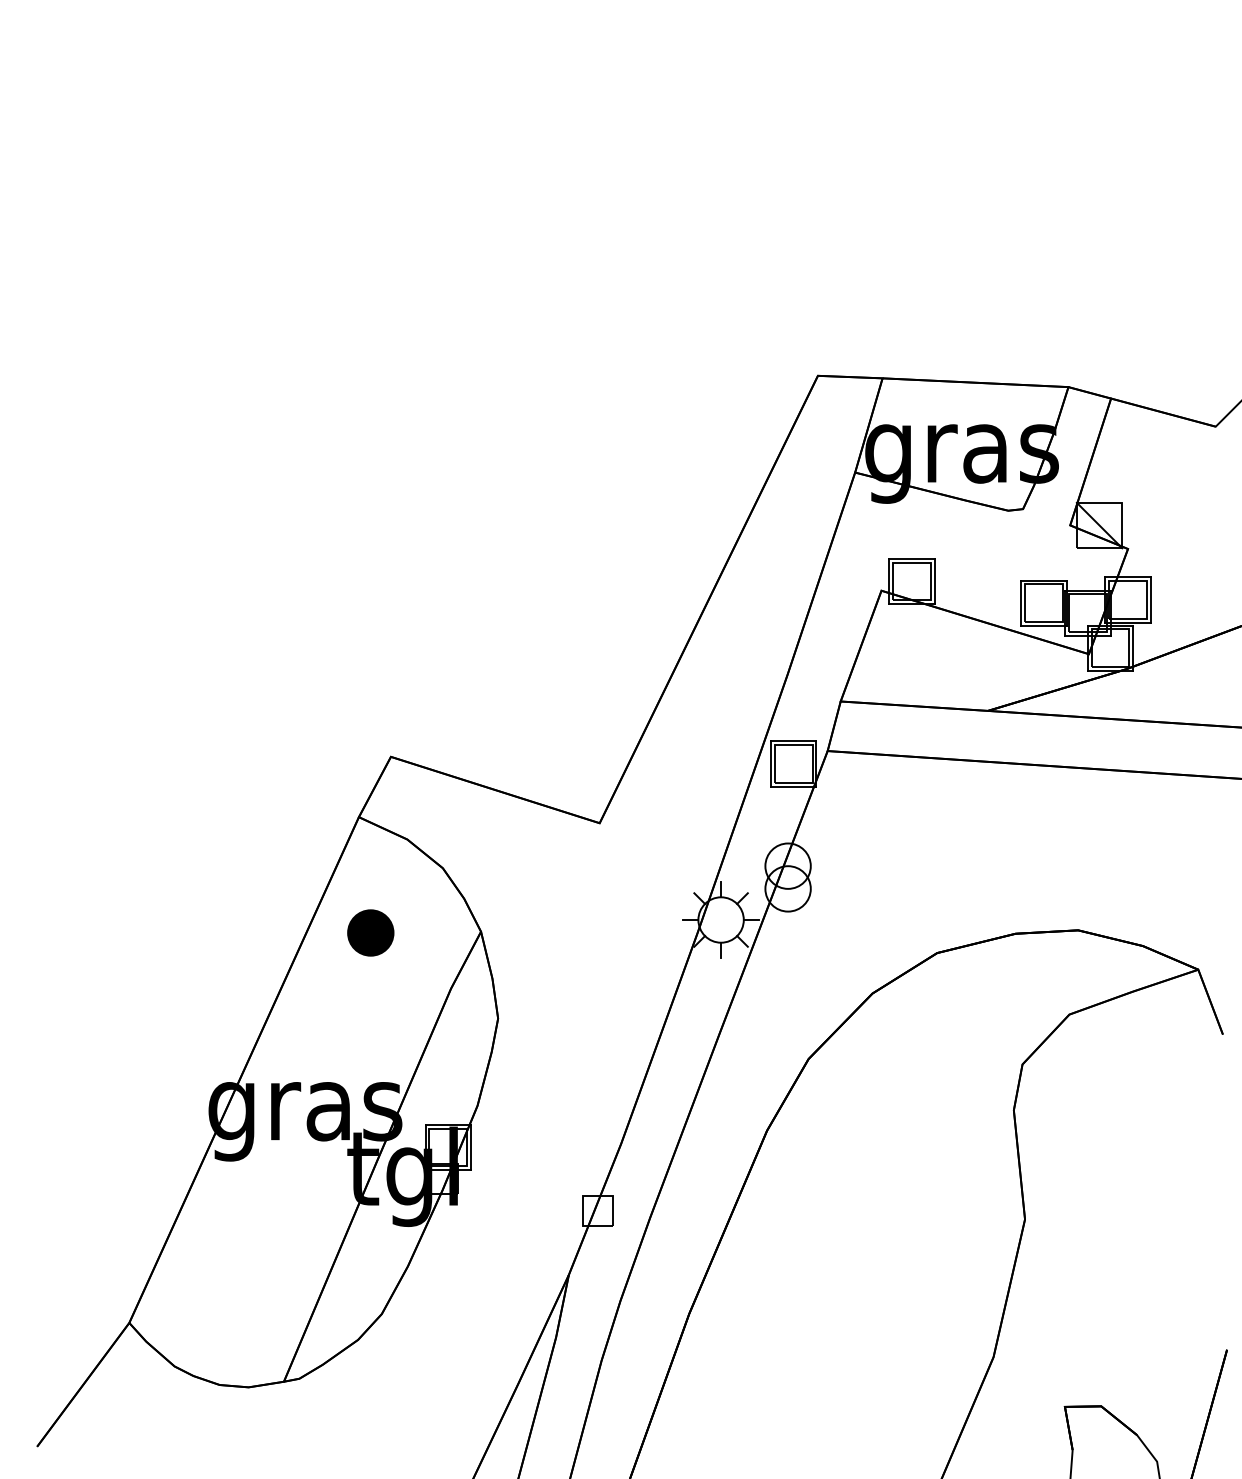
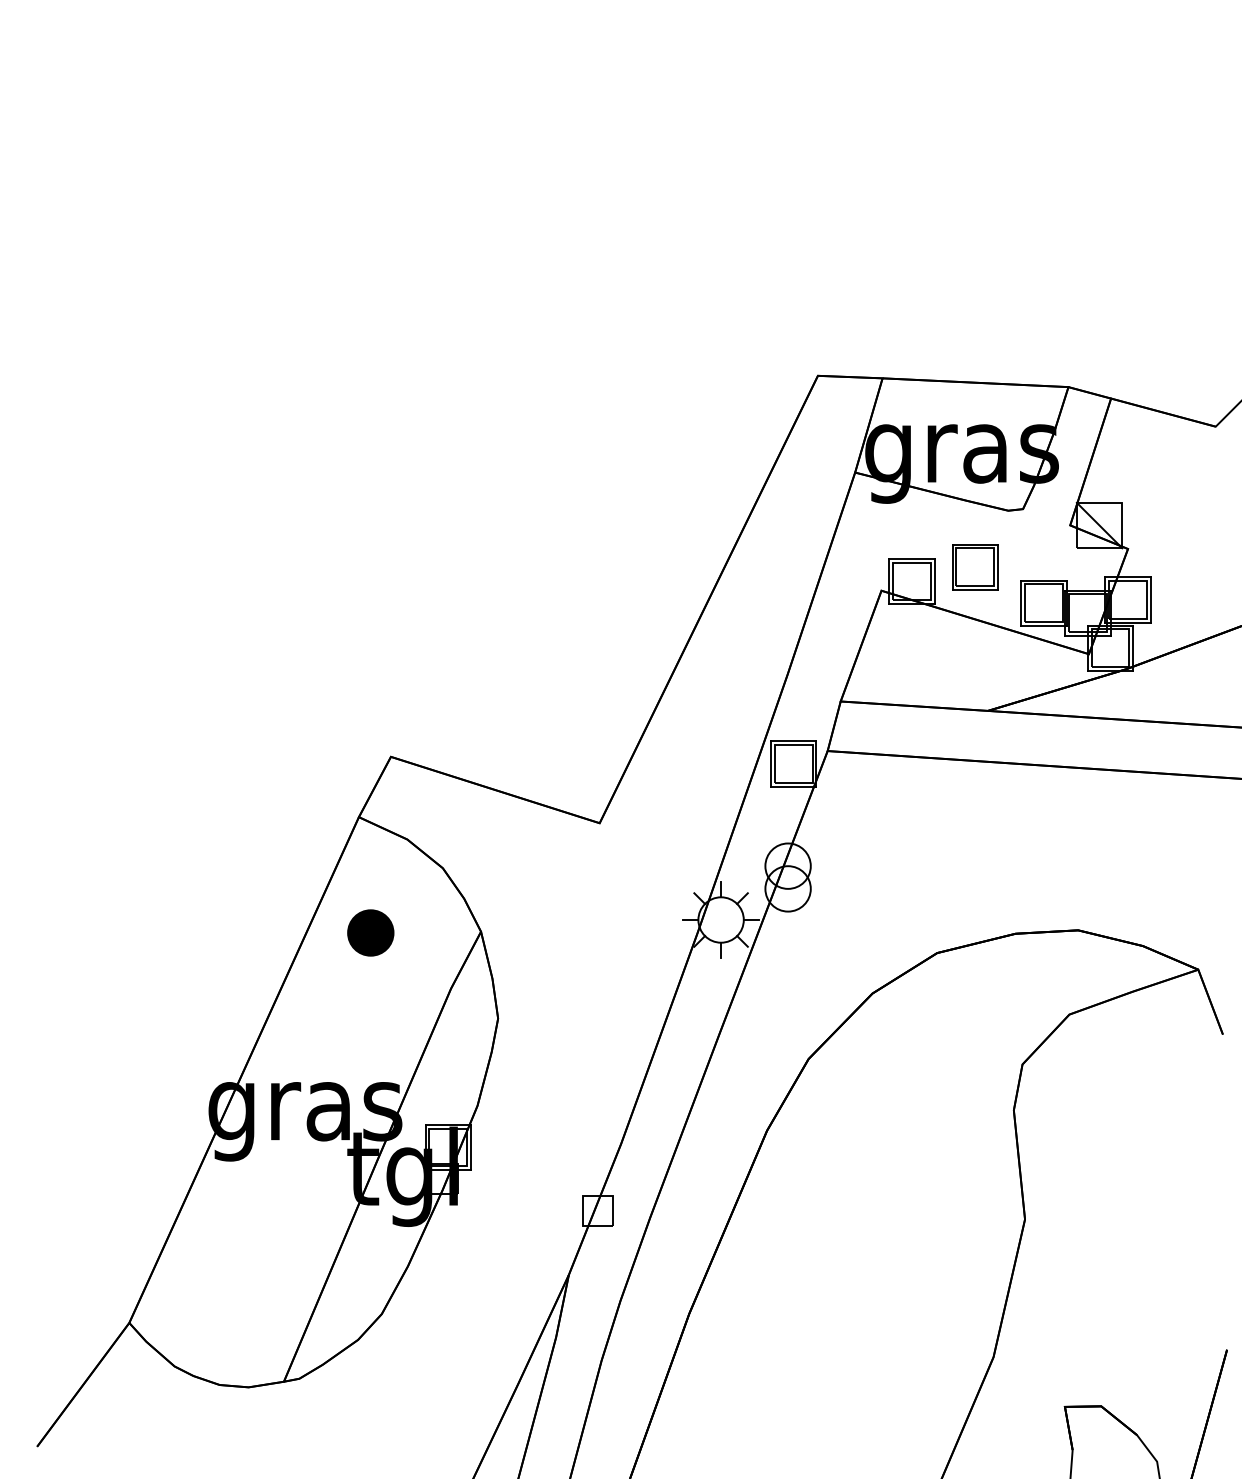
part at (975, 567): none -> present
